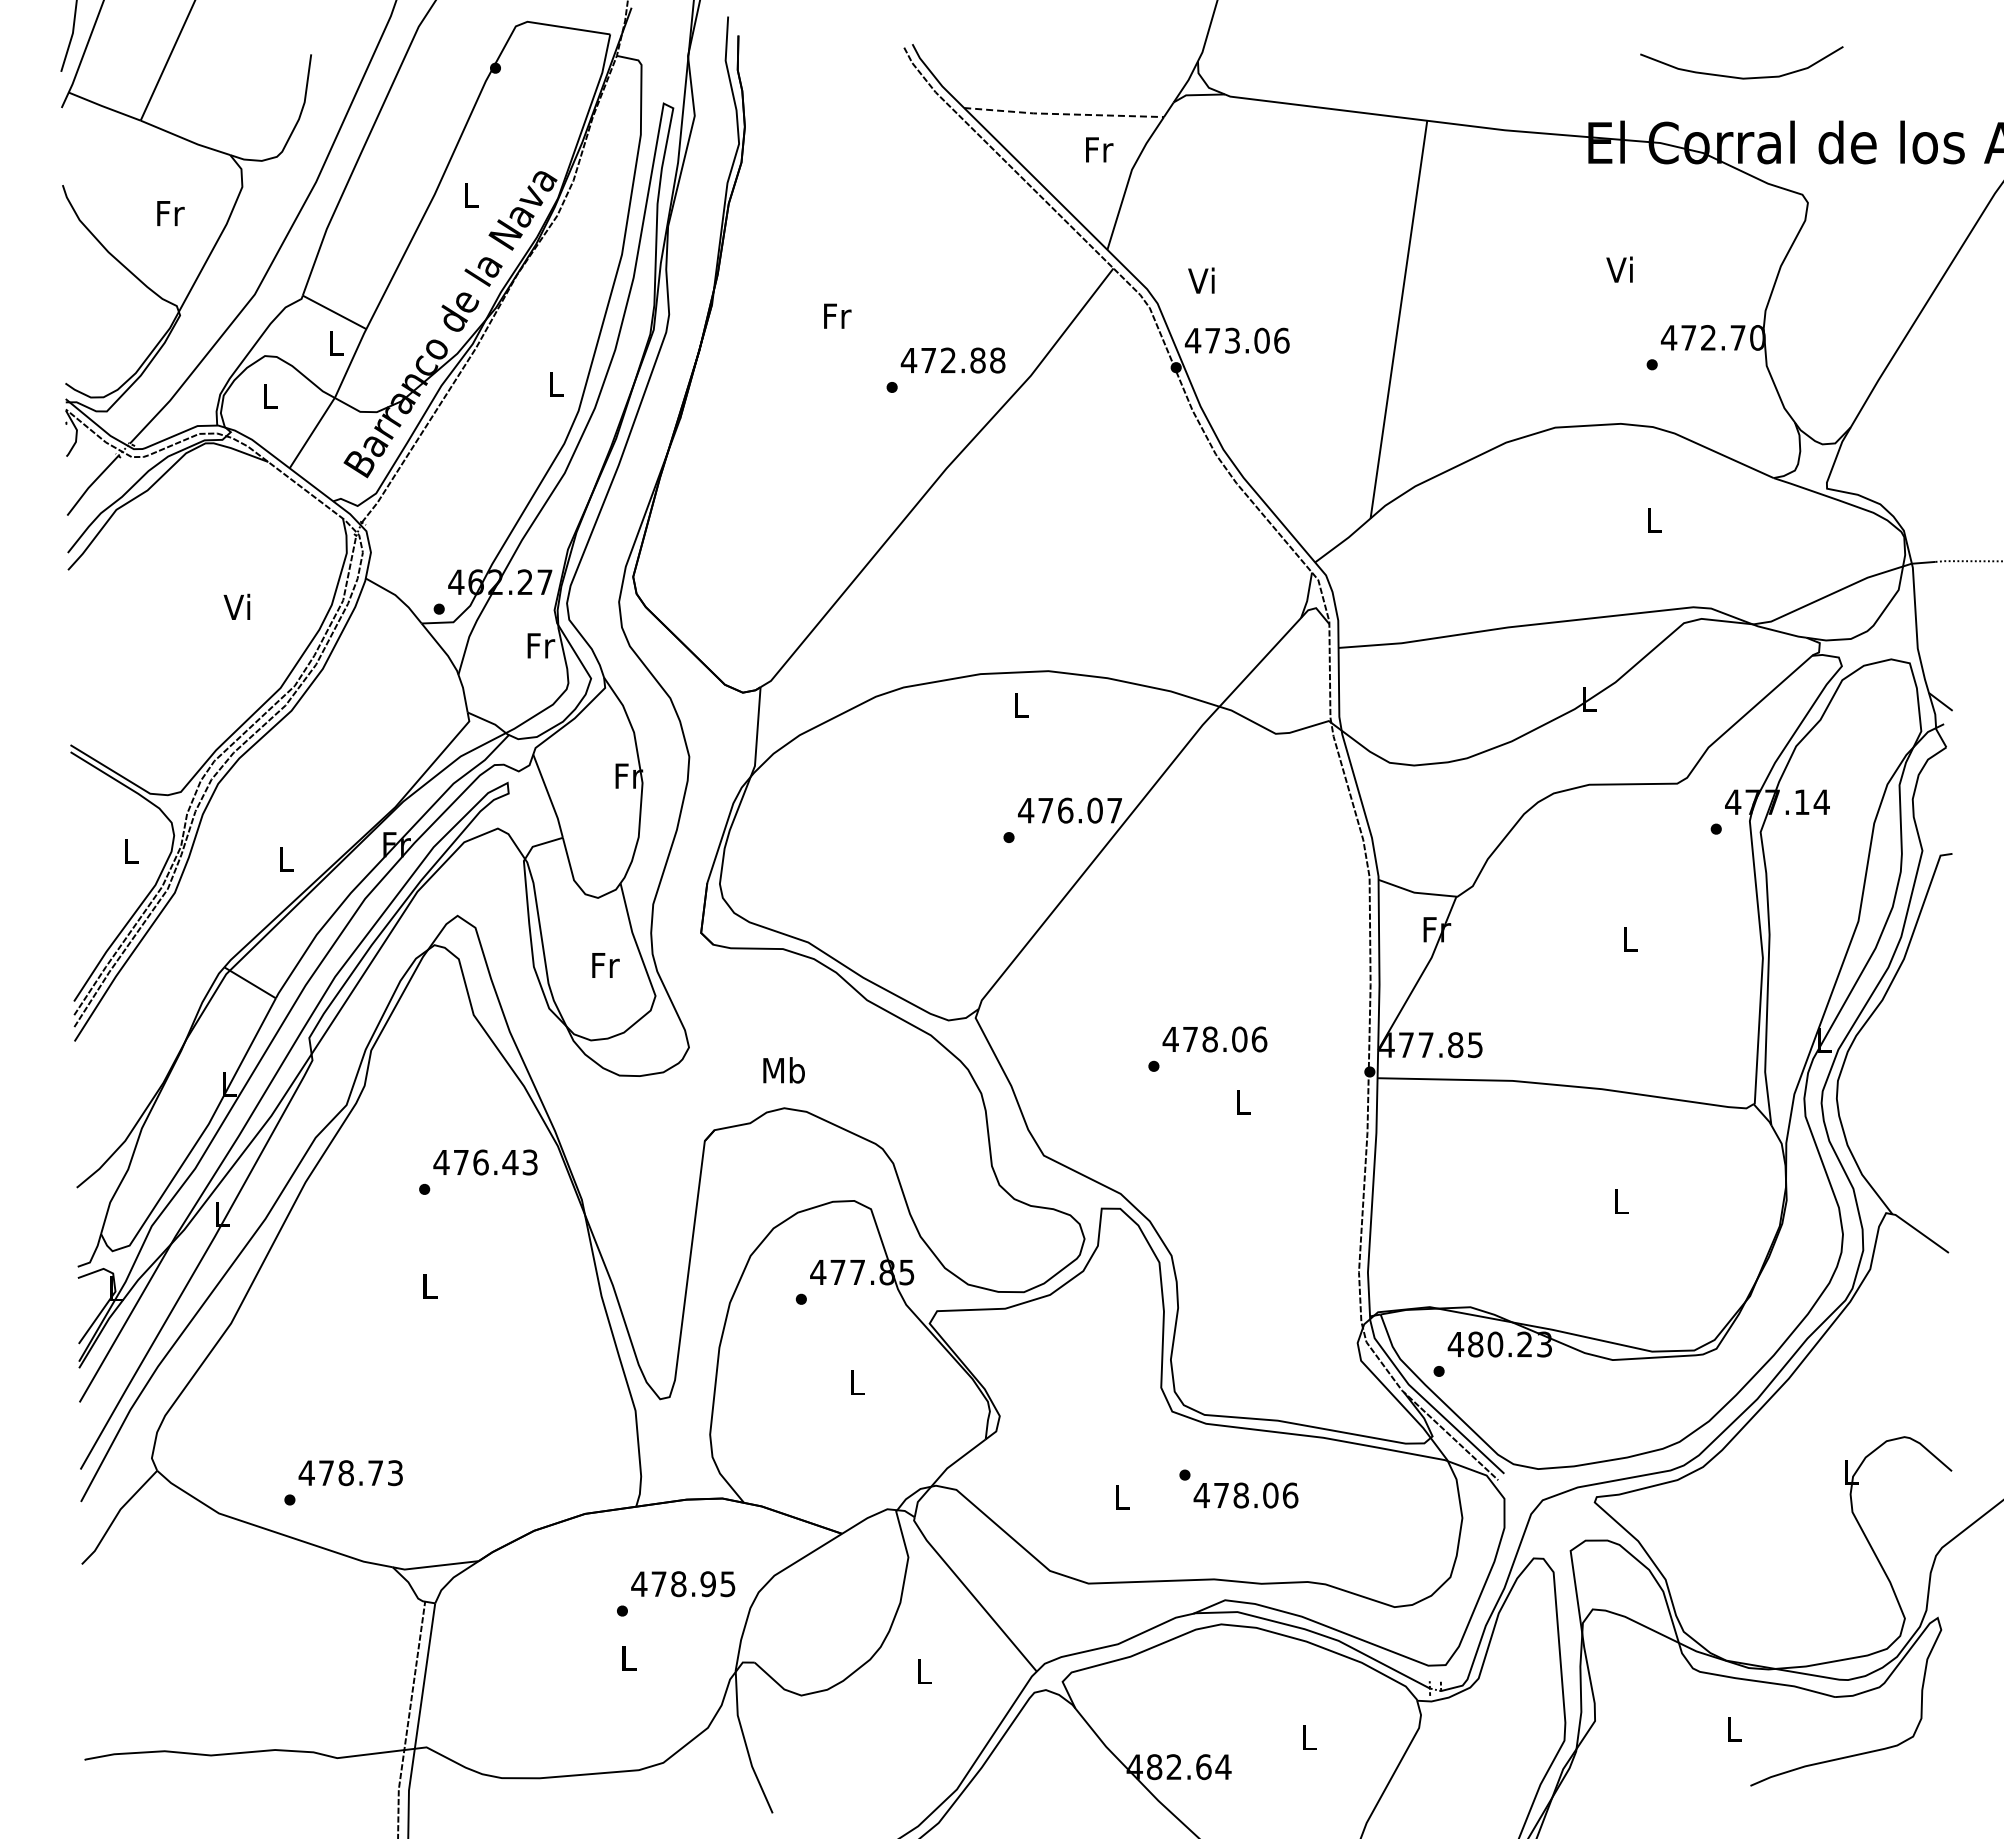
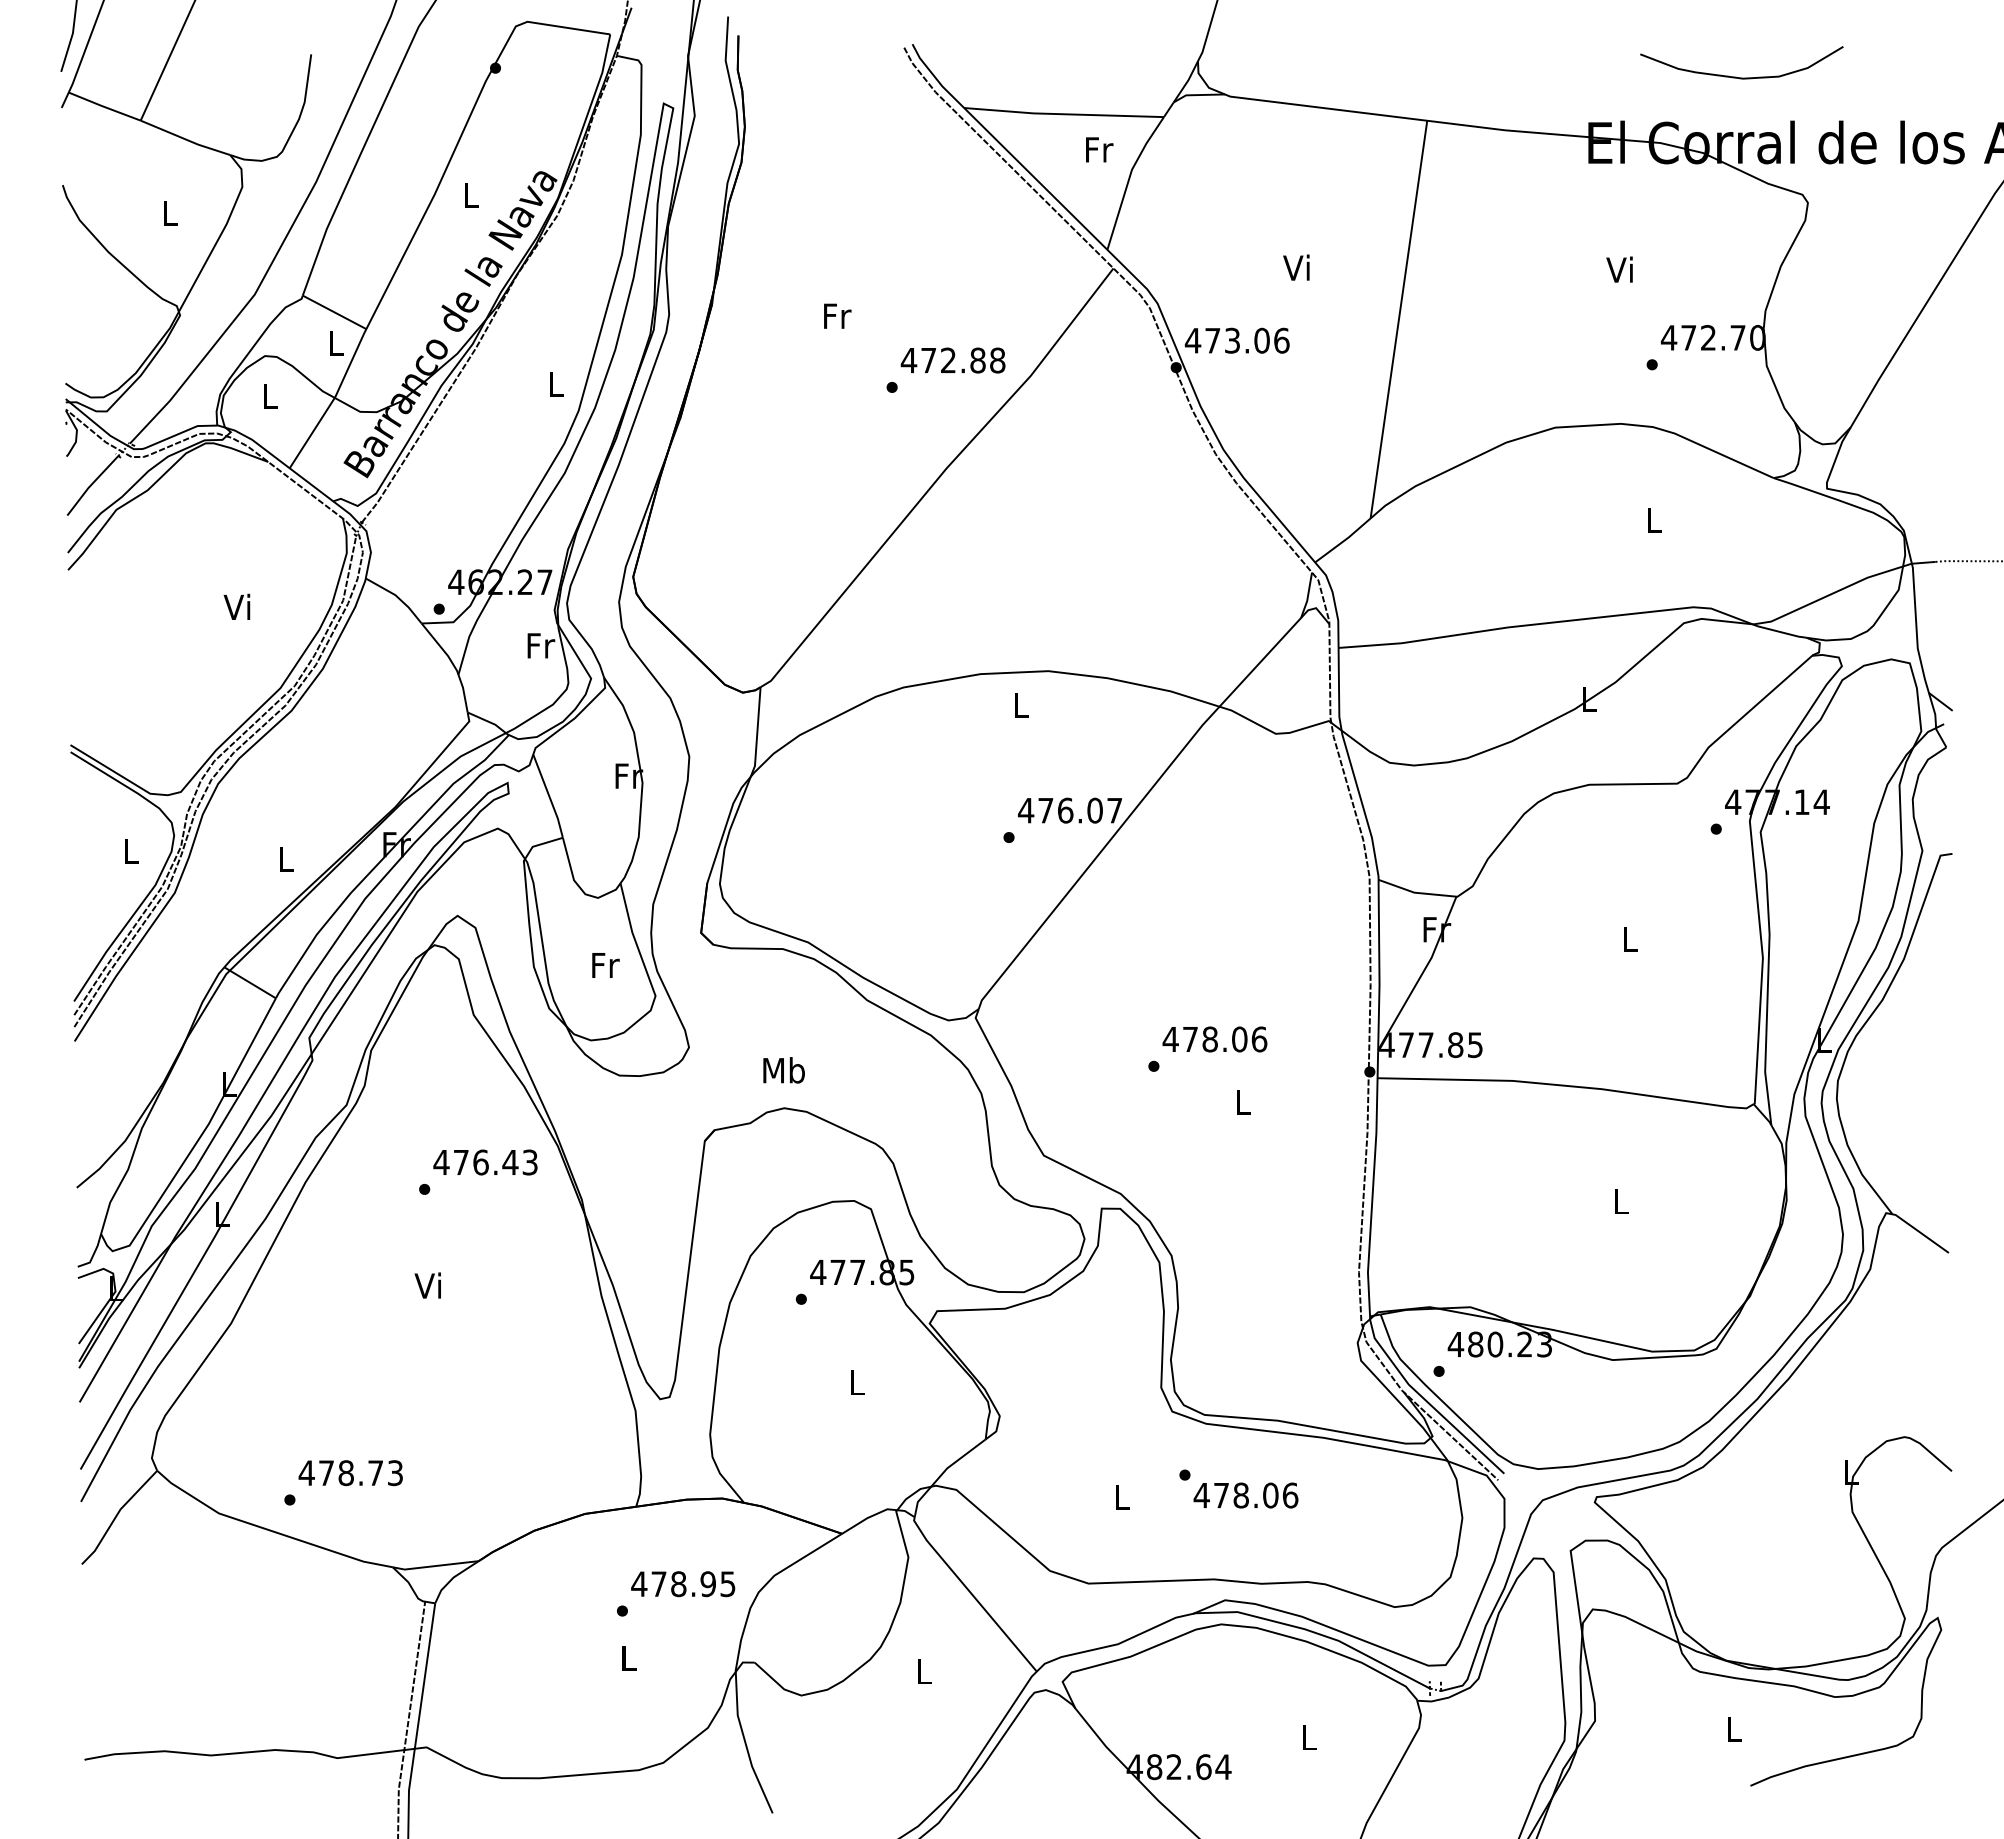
line at (1063, 114): dashed -> solid
text at (170, 213): Fr -> L
text at (1201, 280) position: (1201, 280) -> (1296, 267)
text at (427, 1285): L -> Vi
